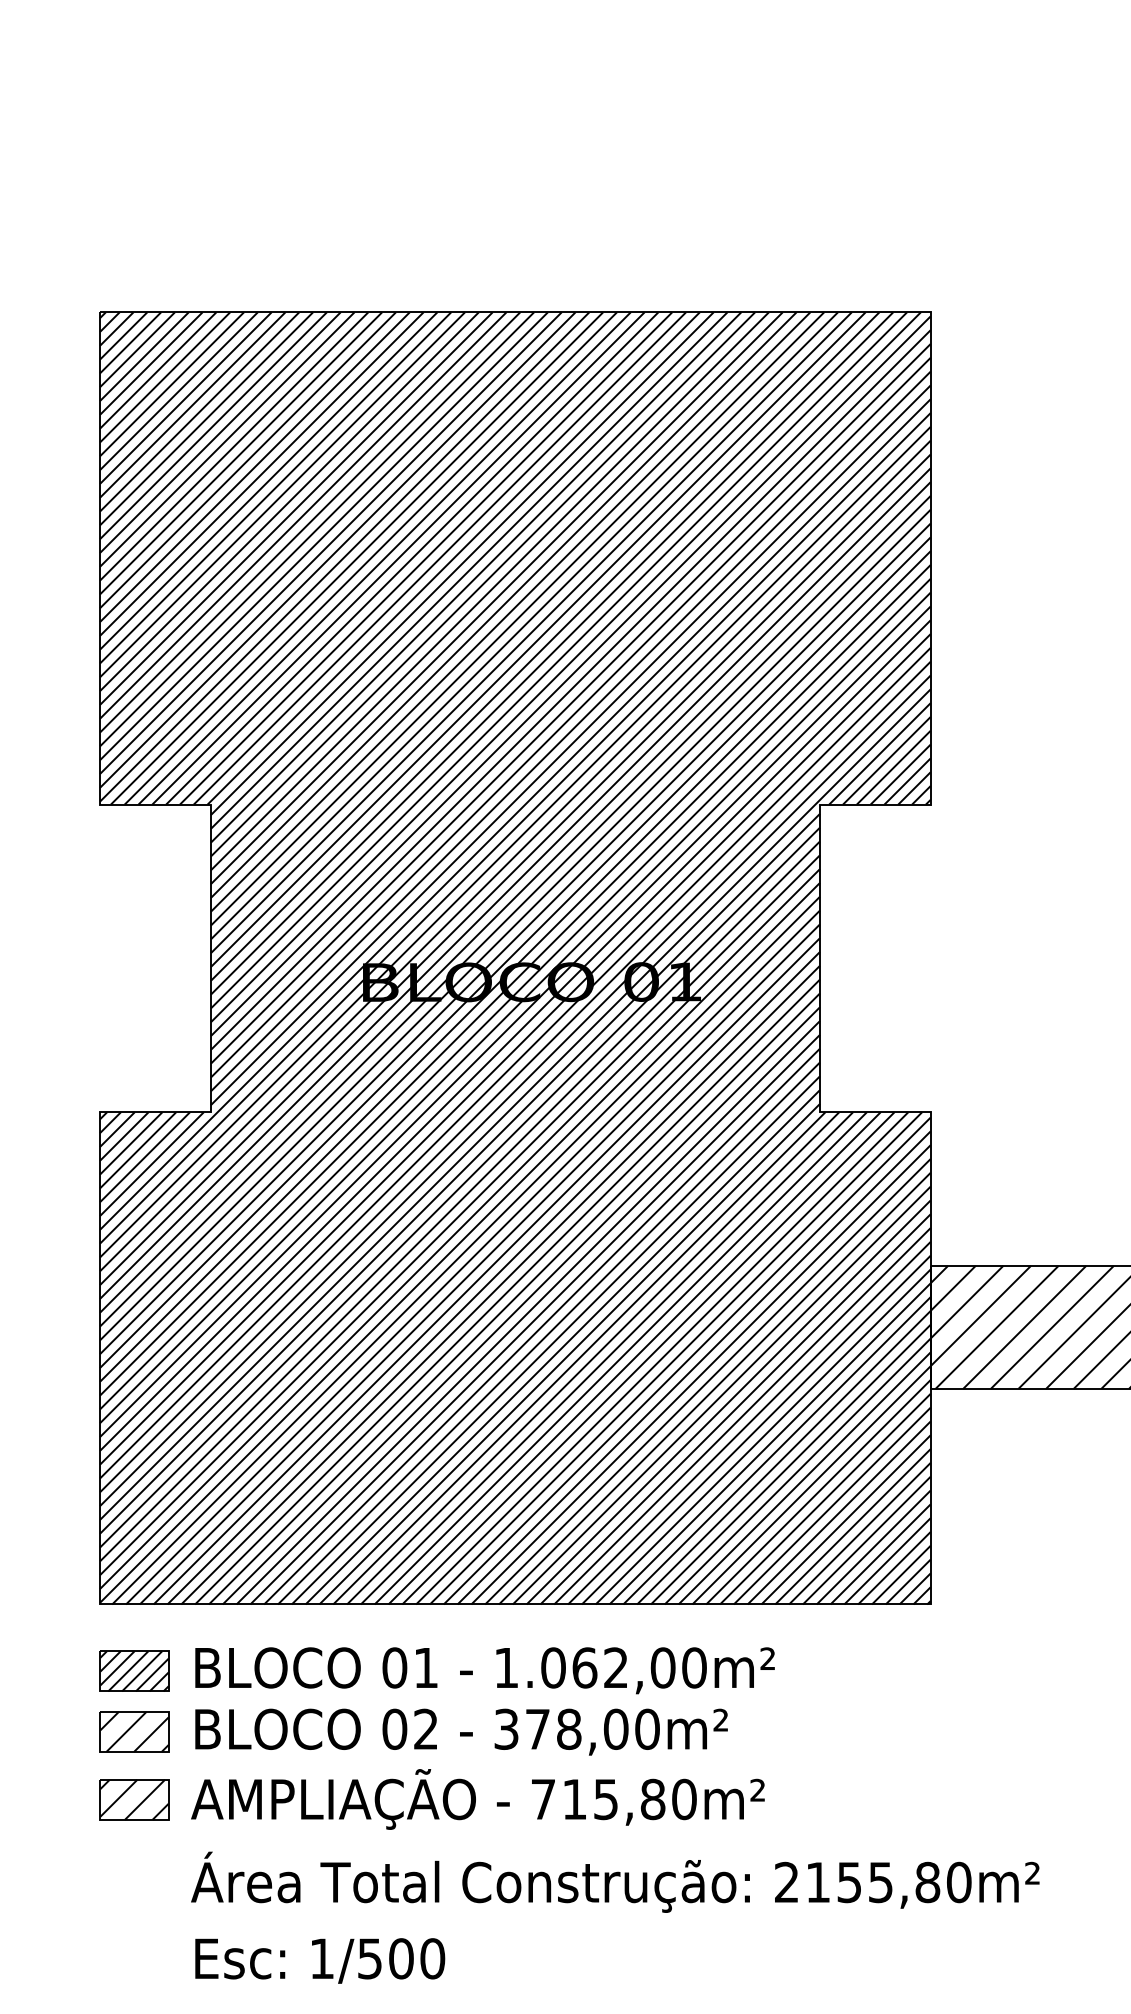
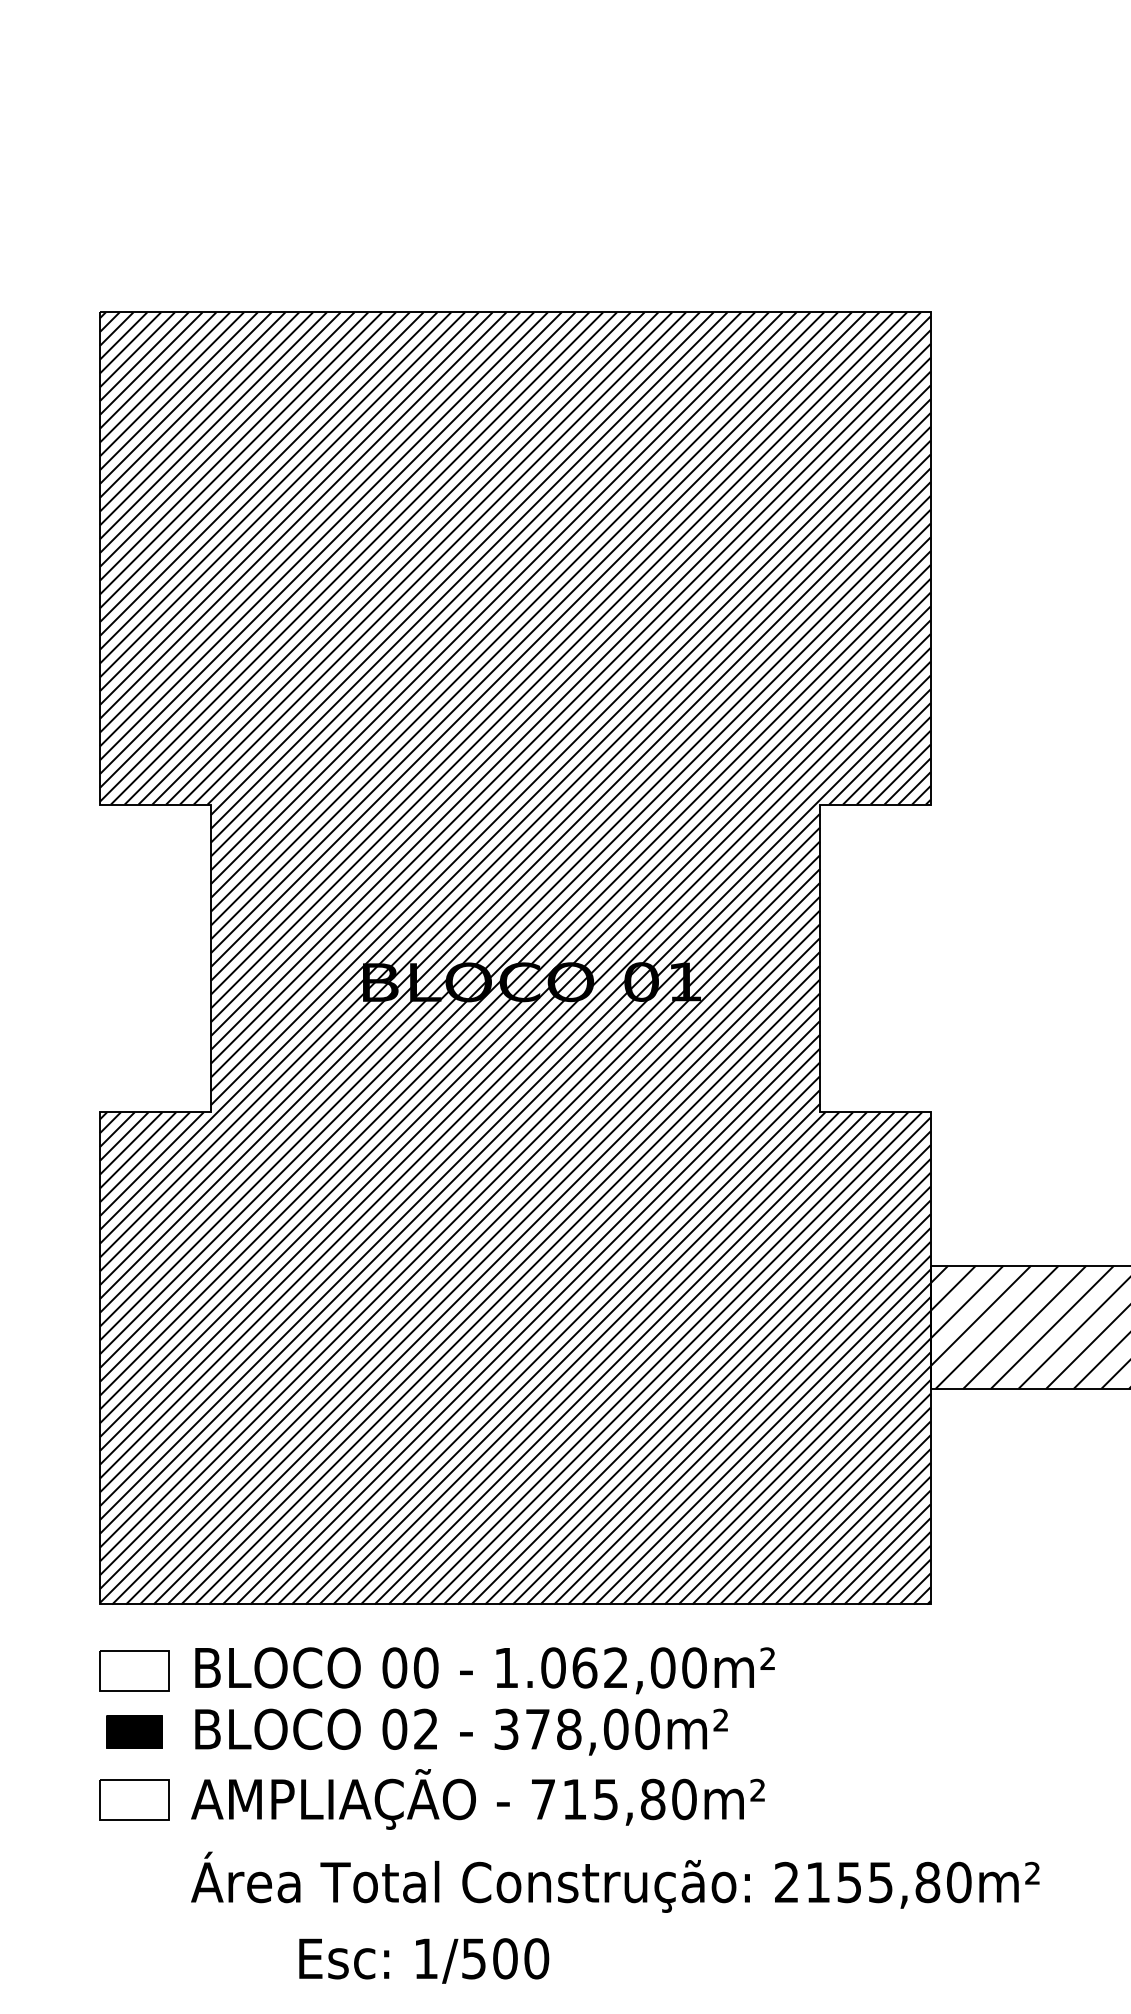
text at (425, 1667): 01 -> 00
hatch at (134, 1671): present -> none
part at (134, 1731) size: 71x42 px -> 57x34 px
hatch at (134, 1799): present -> none
text at (320, 1960) position: (320, 1960) -> (424, 1960)
